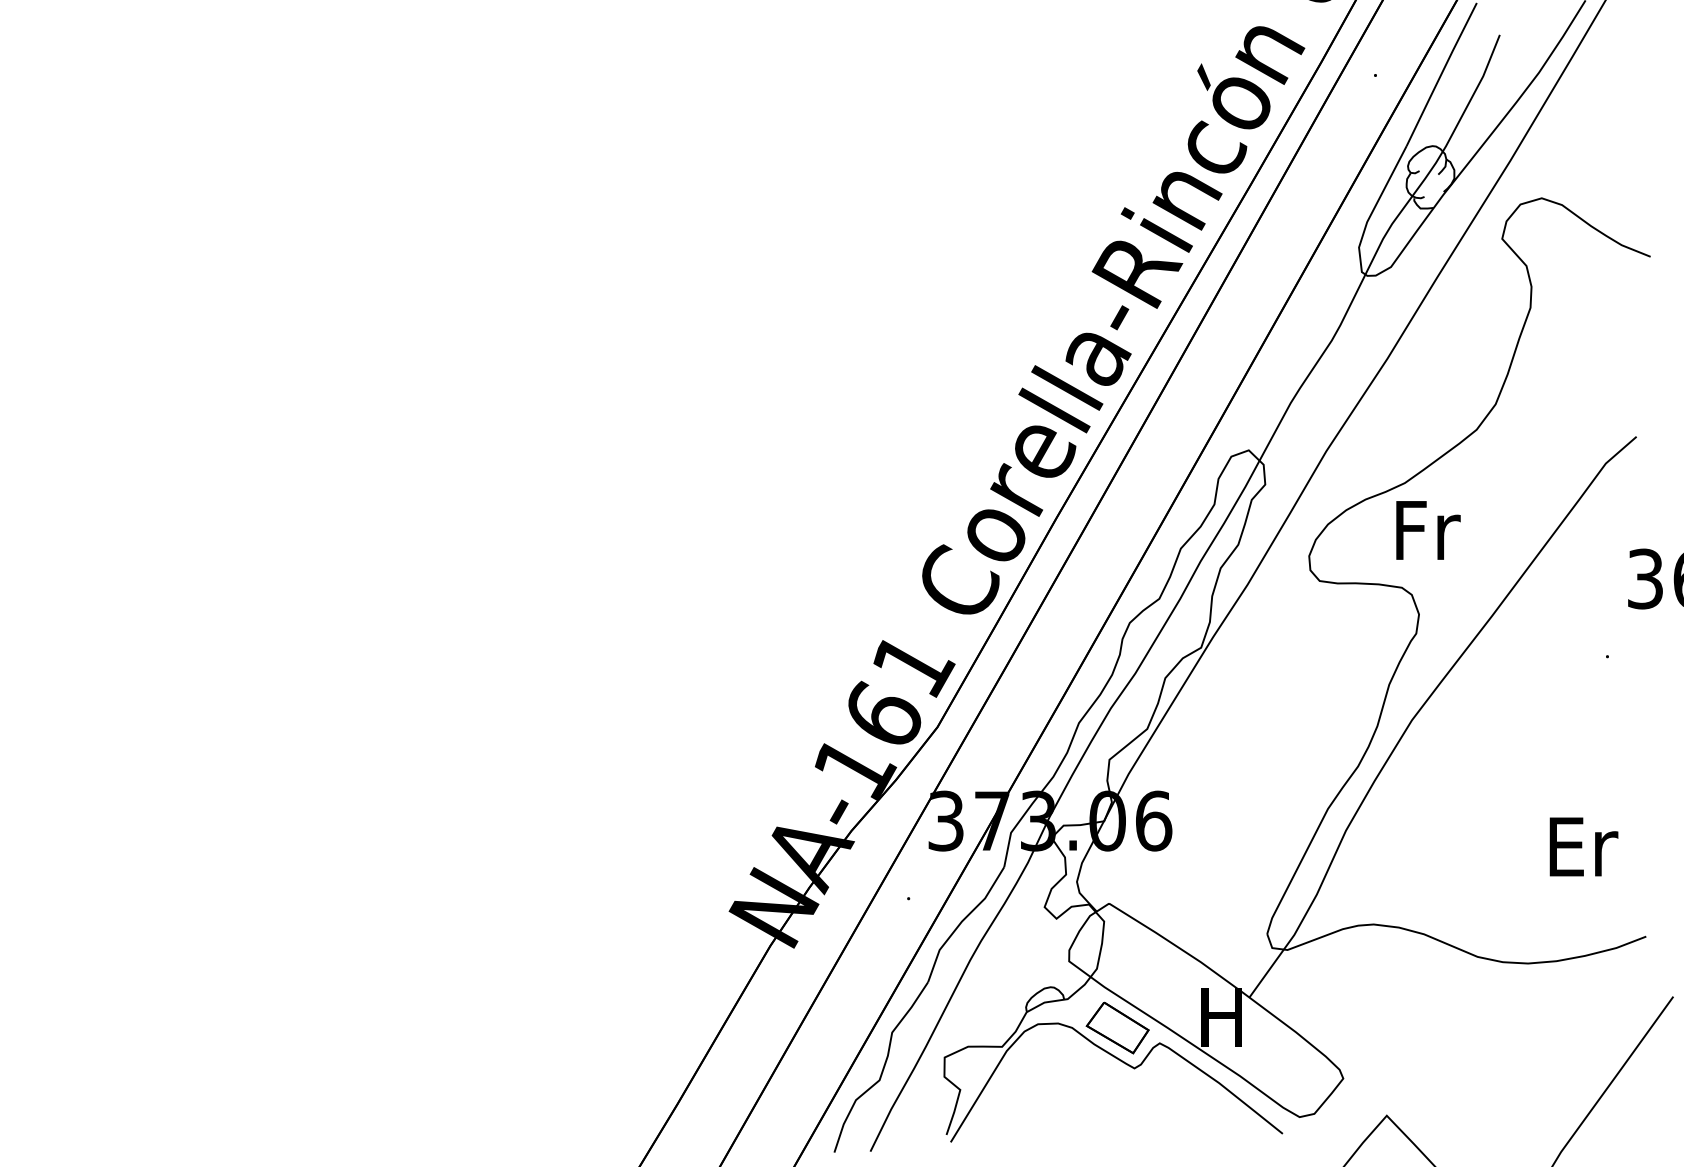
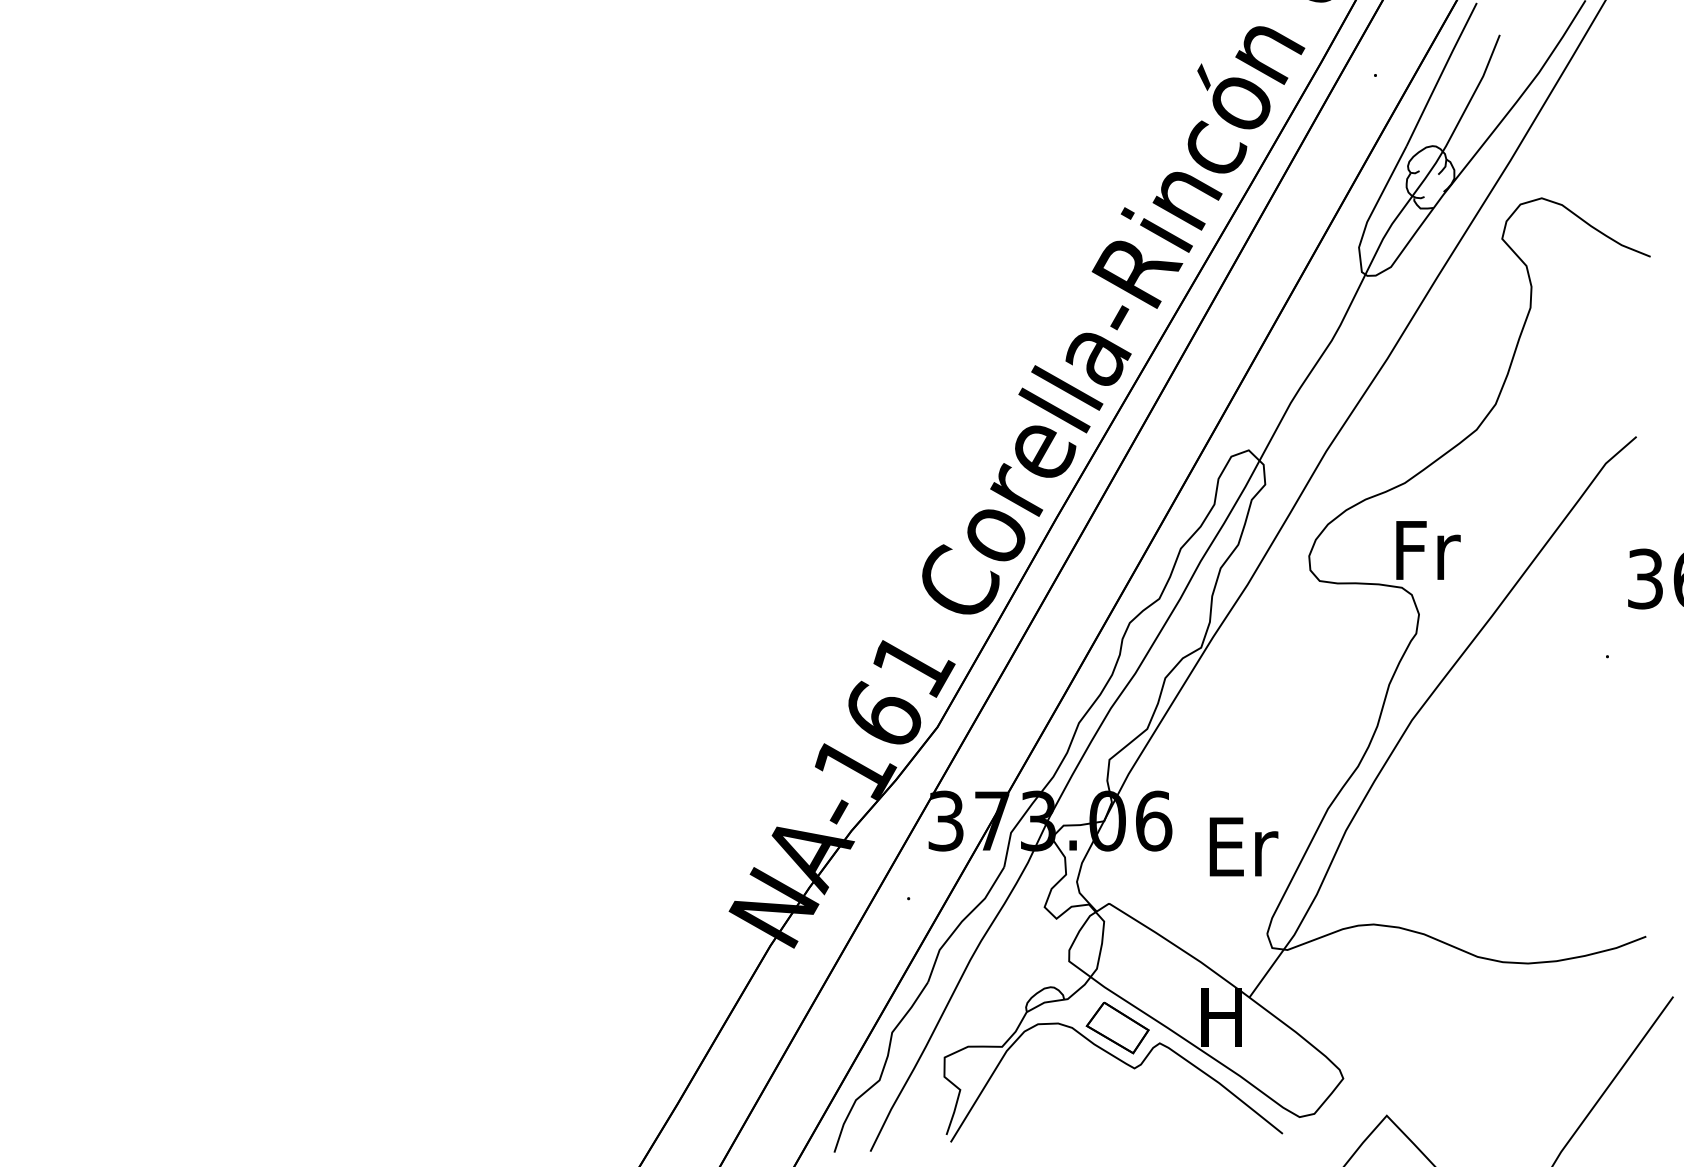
text at (1428, 530) position: (1428, 530) -> (1428, 550)
text at (1583, 846) position: (1583, 846) -> (1243, 846)
